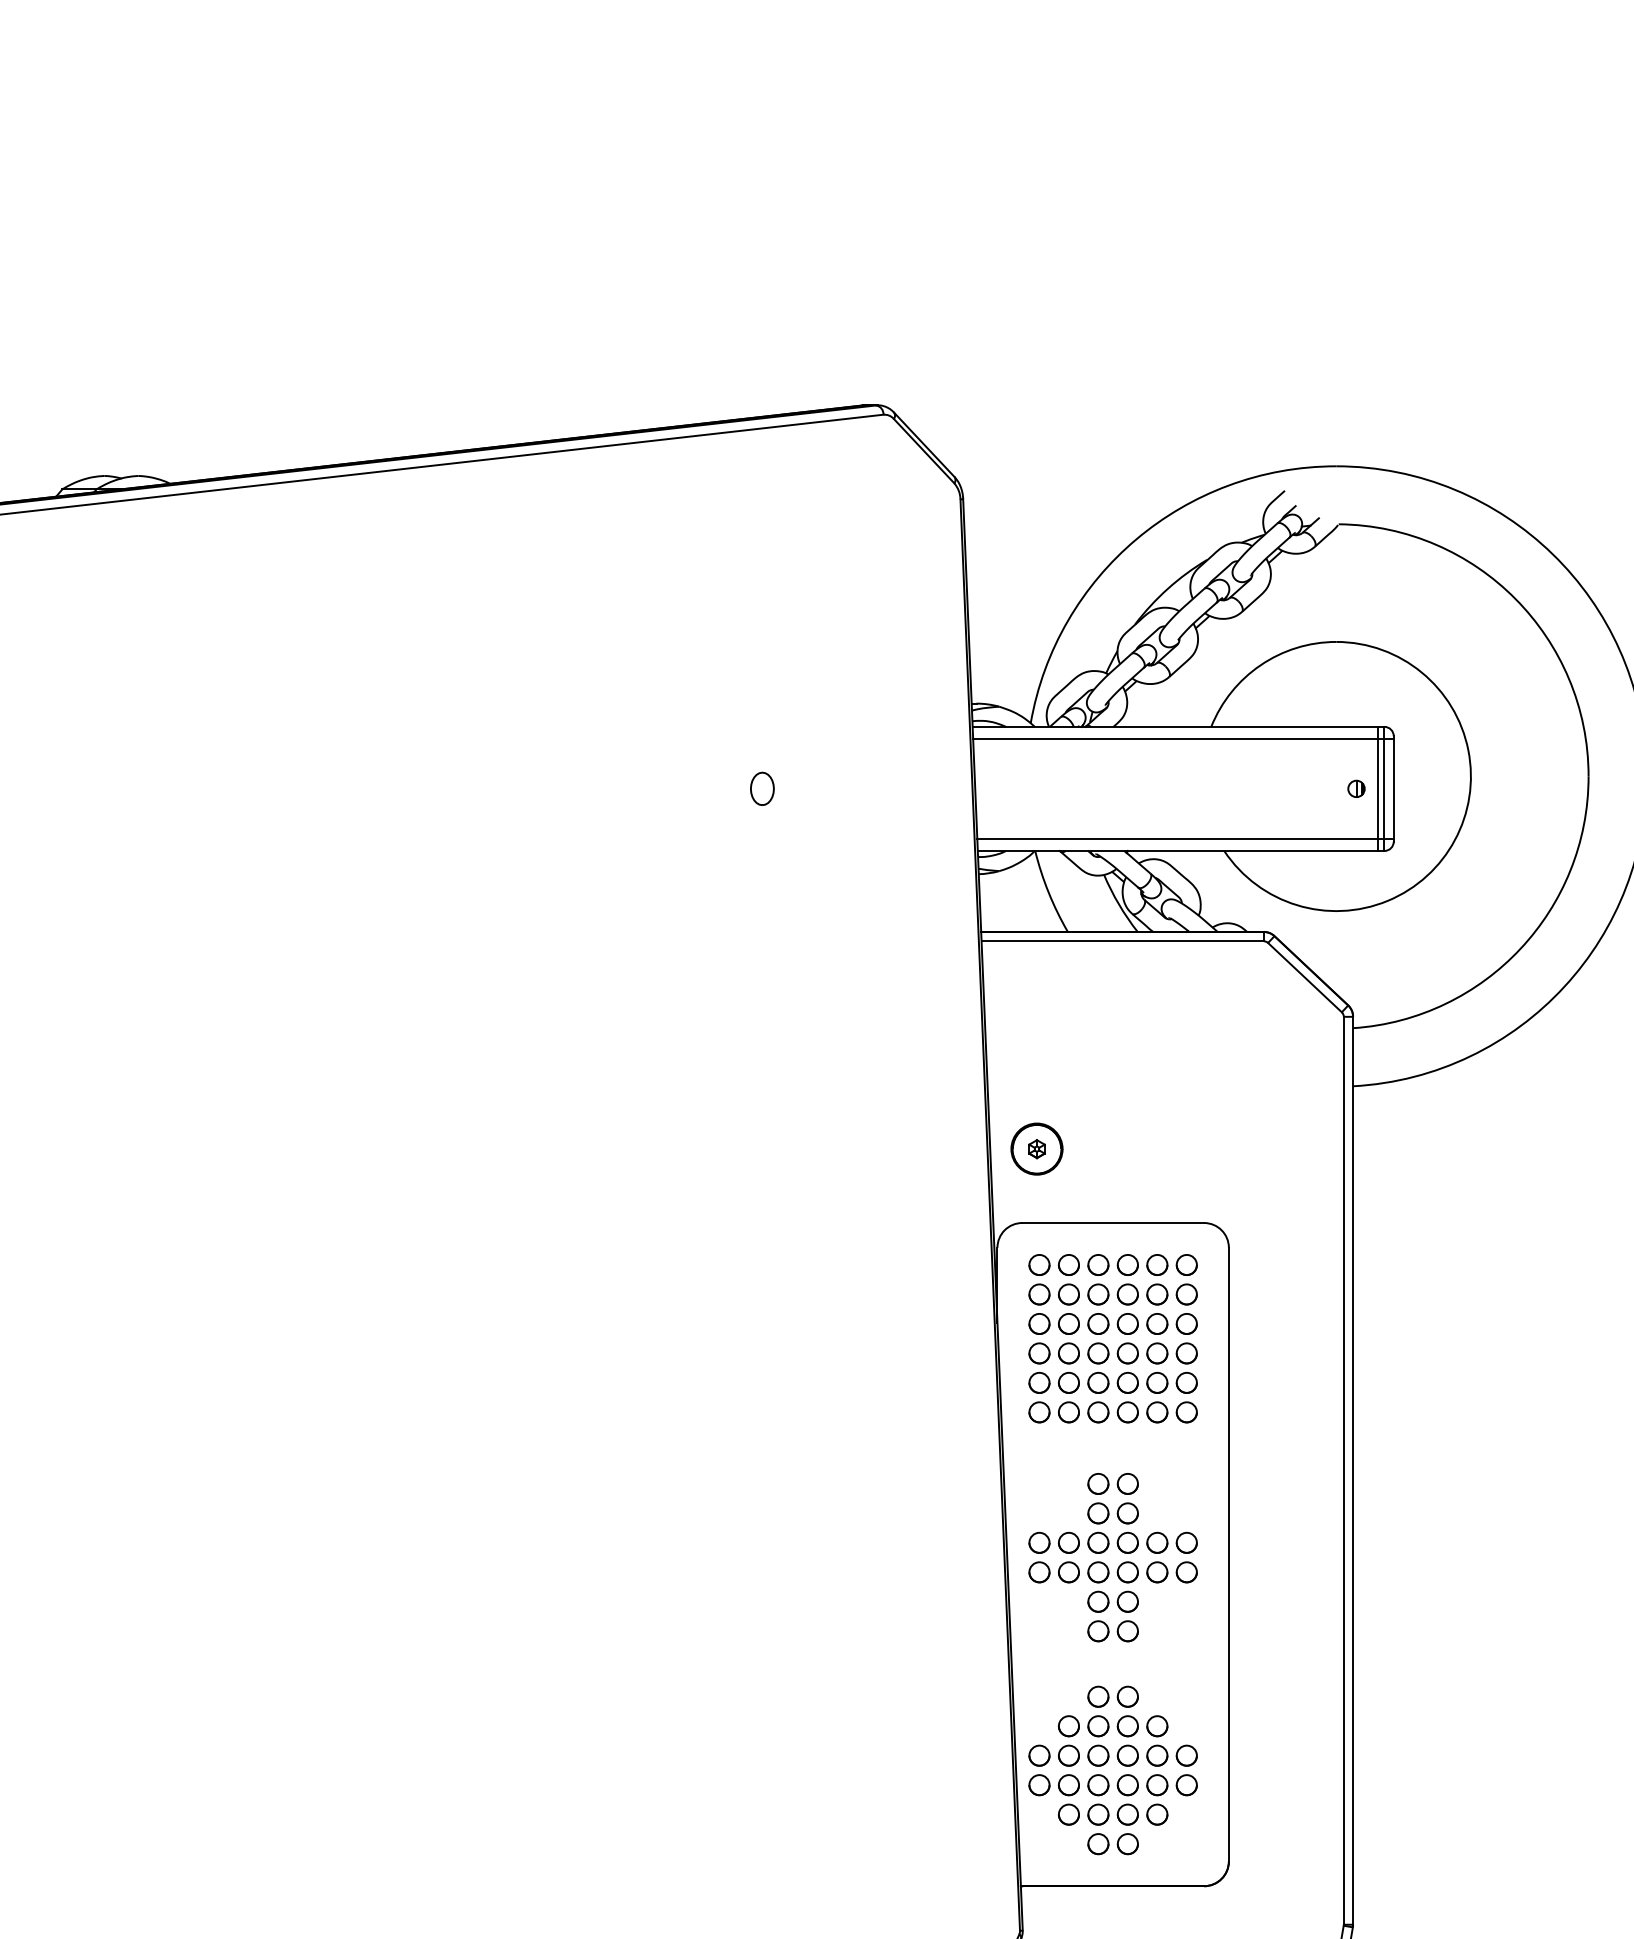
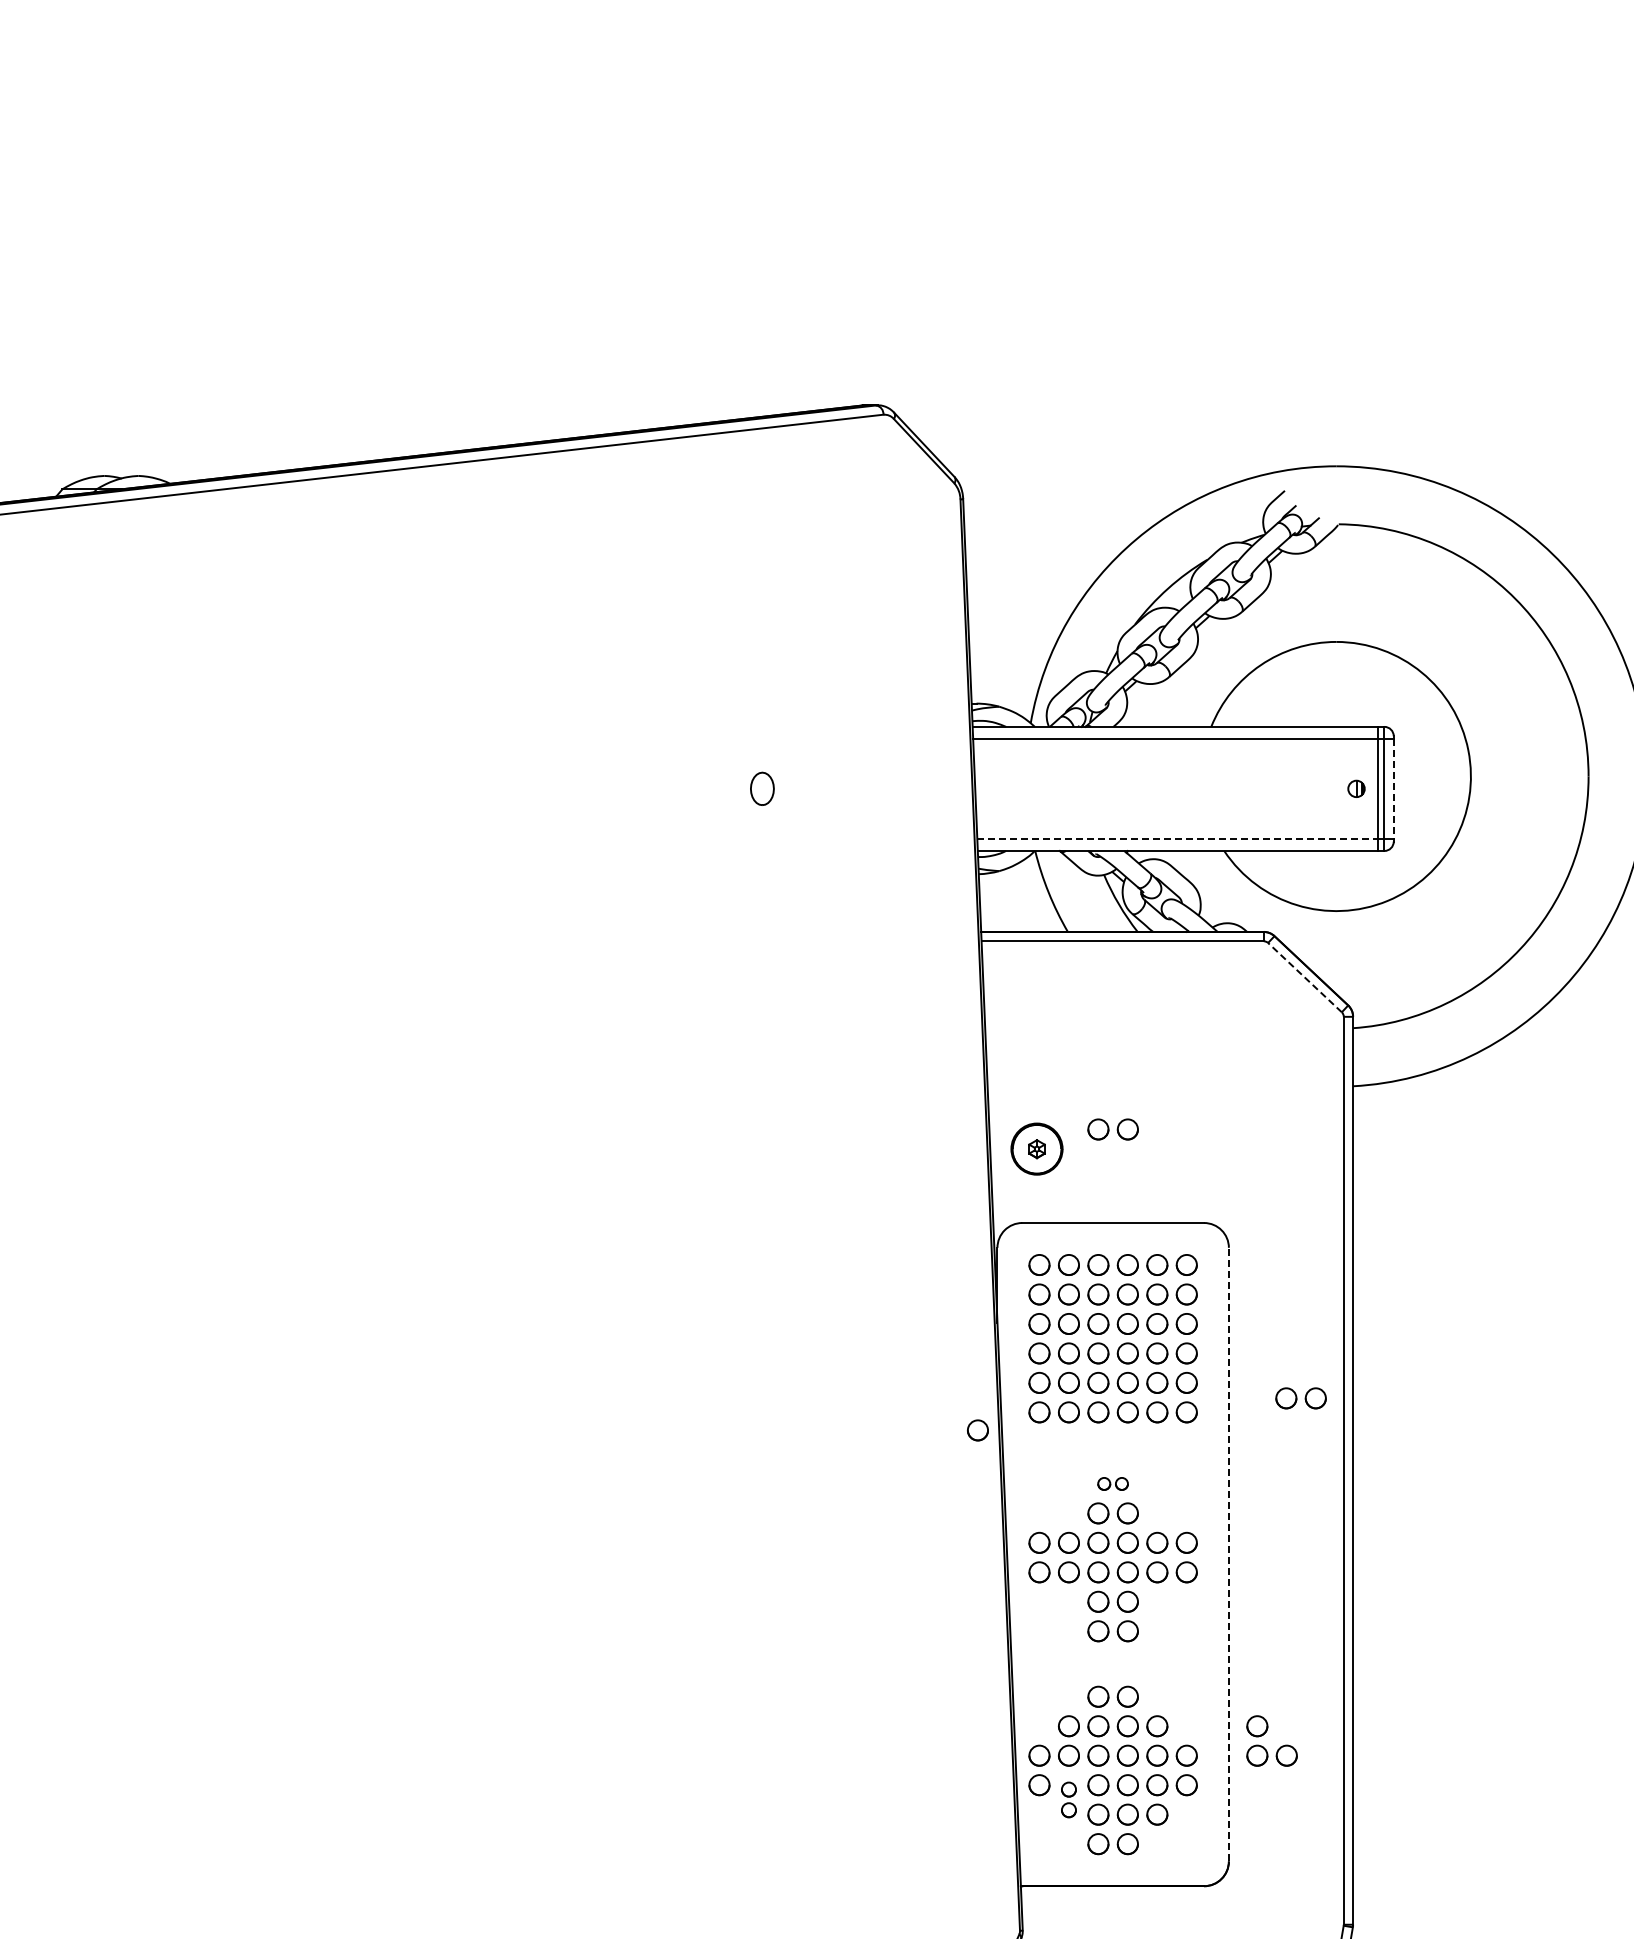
line at (1393, 788): solid -> dashed
line at (1178, 838): solid -> dashed
line at (1304, 977): solid -> dashed
part at (1112, 1129): none -> present
part at (1300, 1398): none -> present
circle at (977, 1430): none -> present
part at (1112, 1483) size: 52x22 px -> 32x14 px
line at (1228, 1554): solid -> dashed
part at (1265, 1733): none -> present
part at (1068, 1799) size: 22x52 px -> 16x38 px
